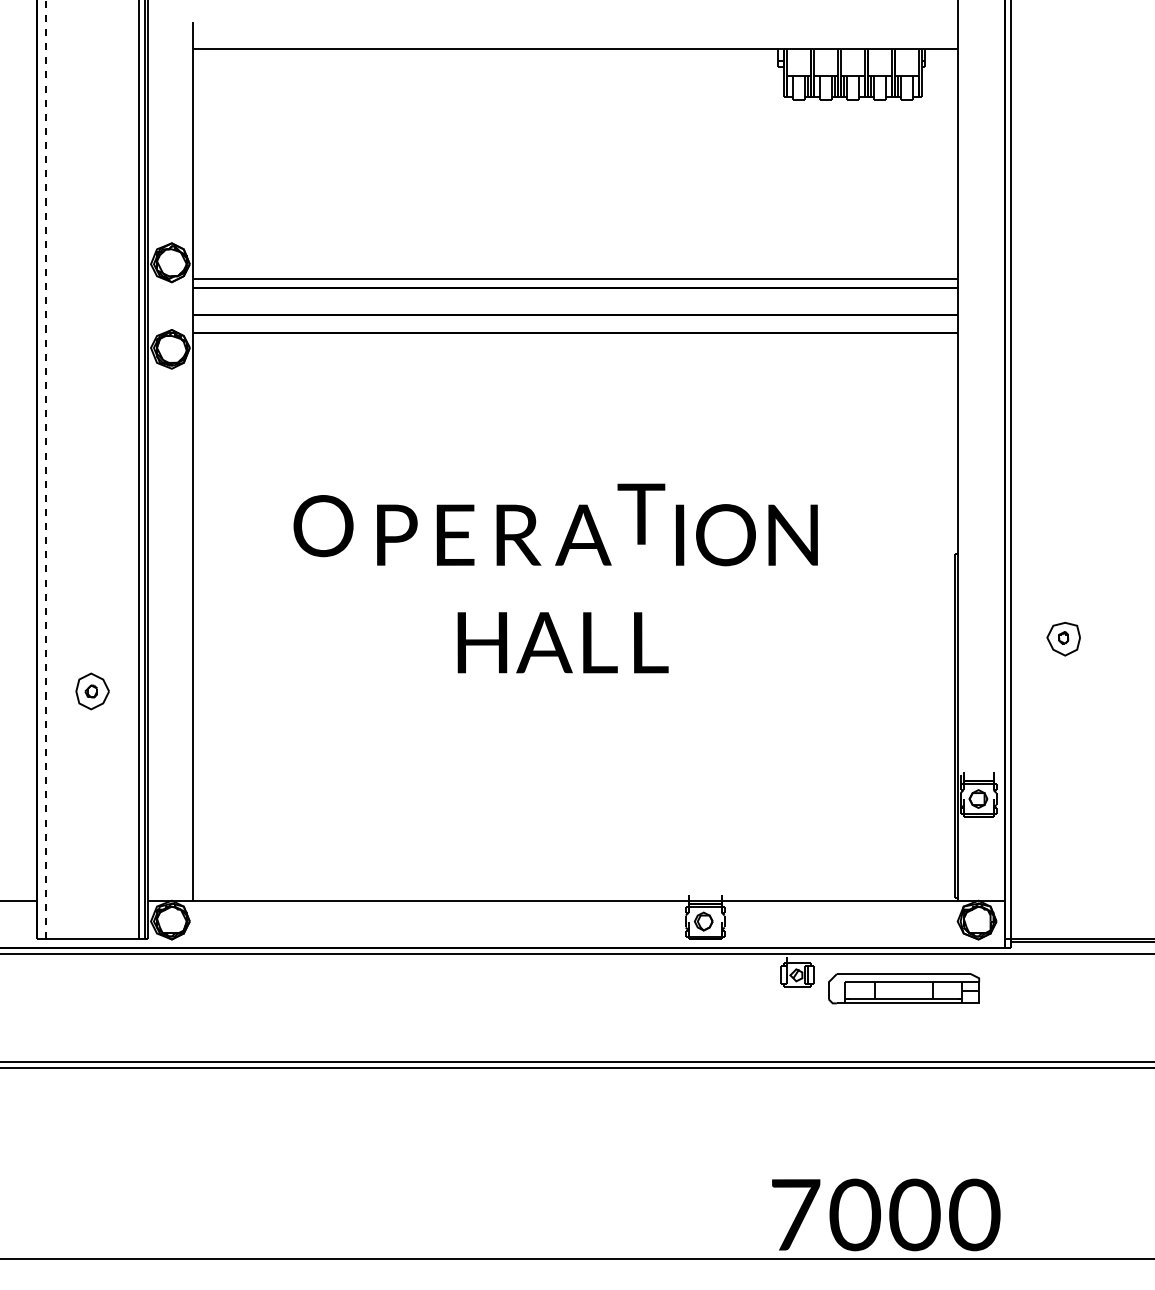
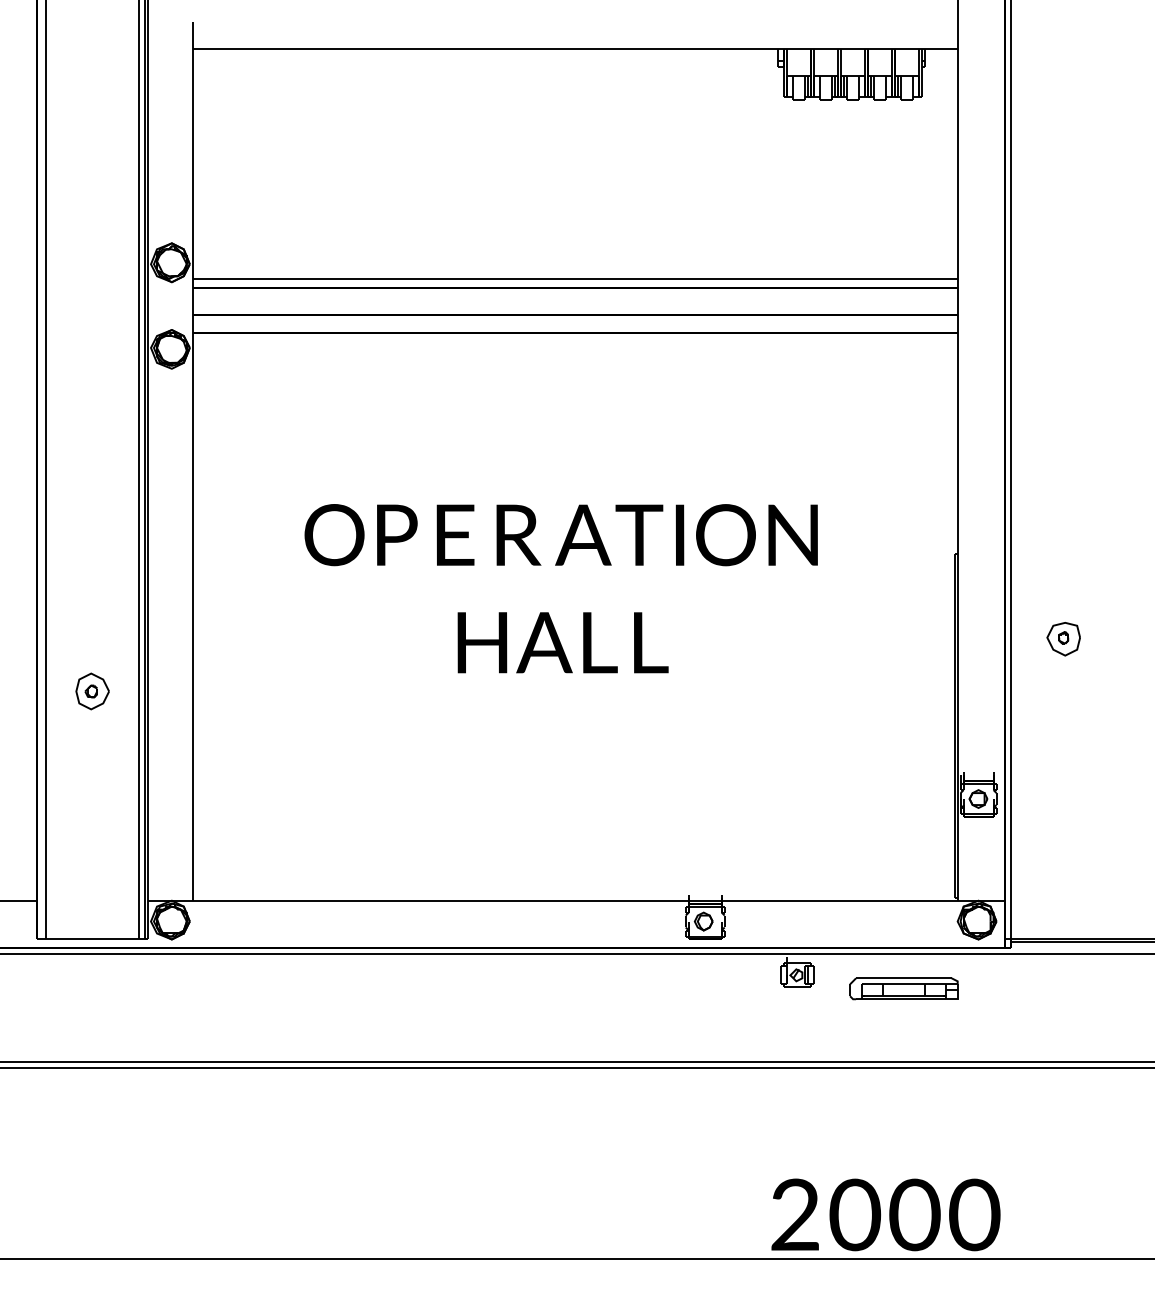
line at (46, 469): dashed -> solid
text at (641, 513) position: (641, 513) -> (639, 534)
text at (323, 526) position: (323, 526) -> (334, 535)
part at (904, 988) size: 153x32 px -> 110x24 px
text at (795, 1214): 7 -> 2
